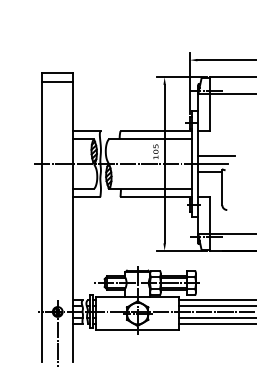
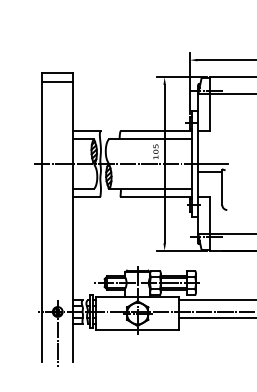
line at (216, 155): present -> none
line at (216, 306): present -> none
line at (216, 323): present -> none
